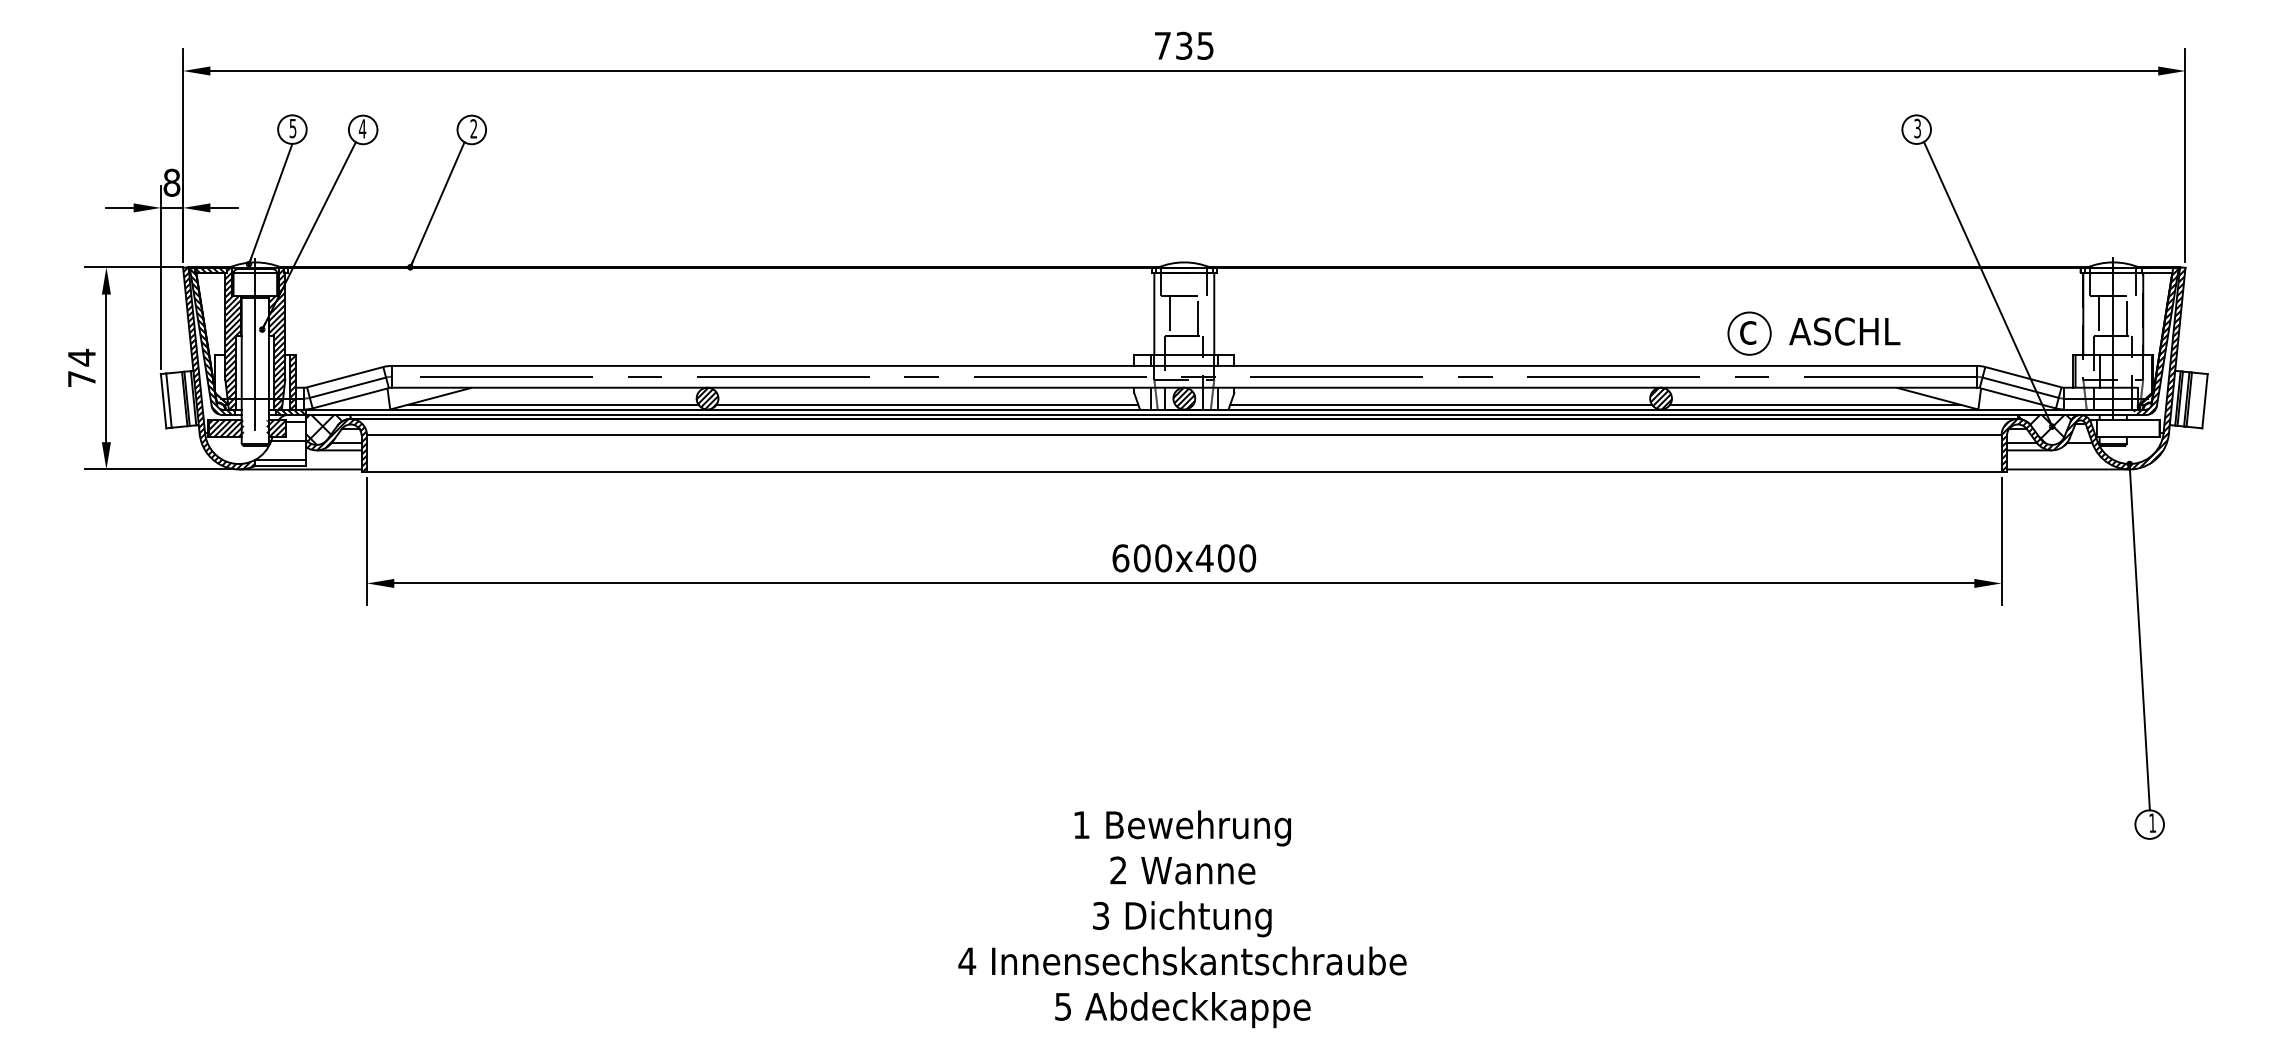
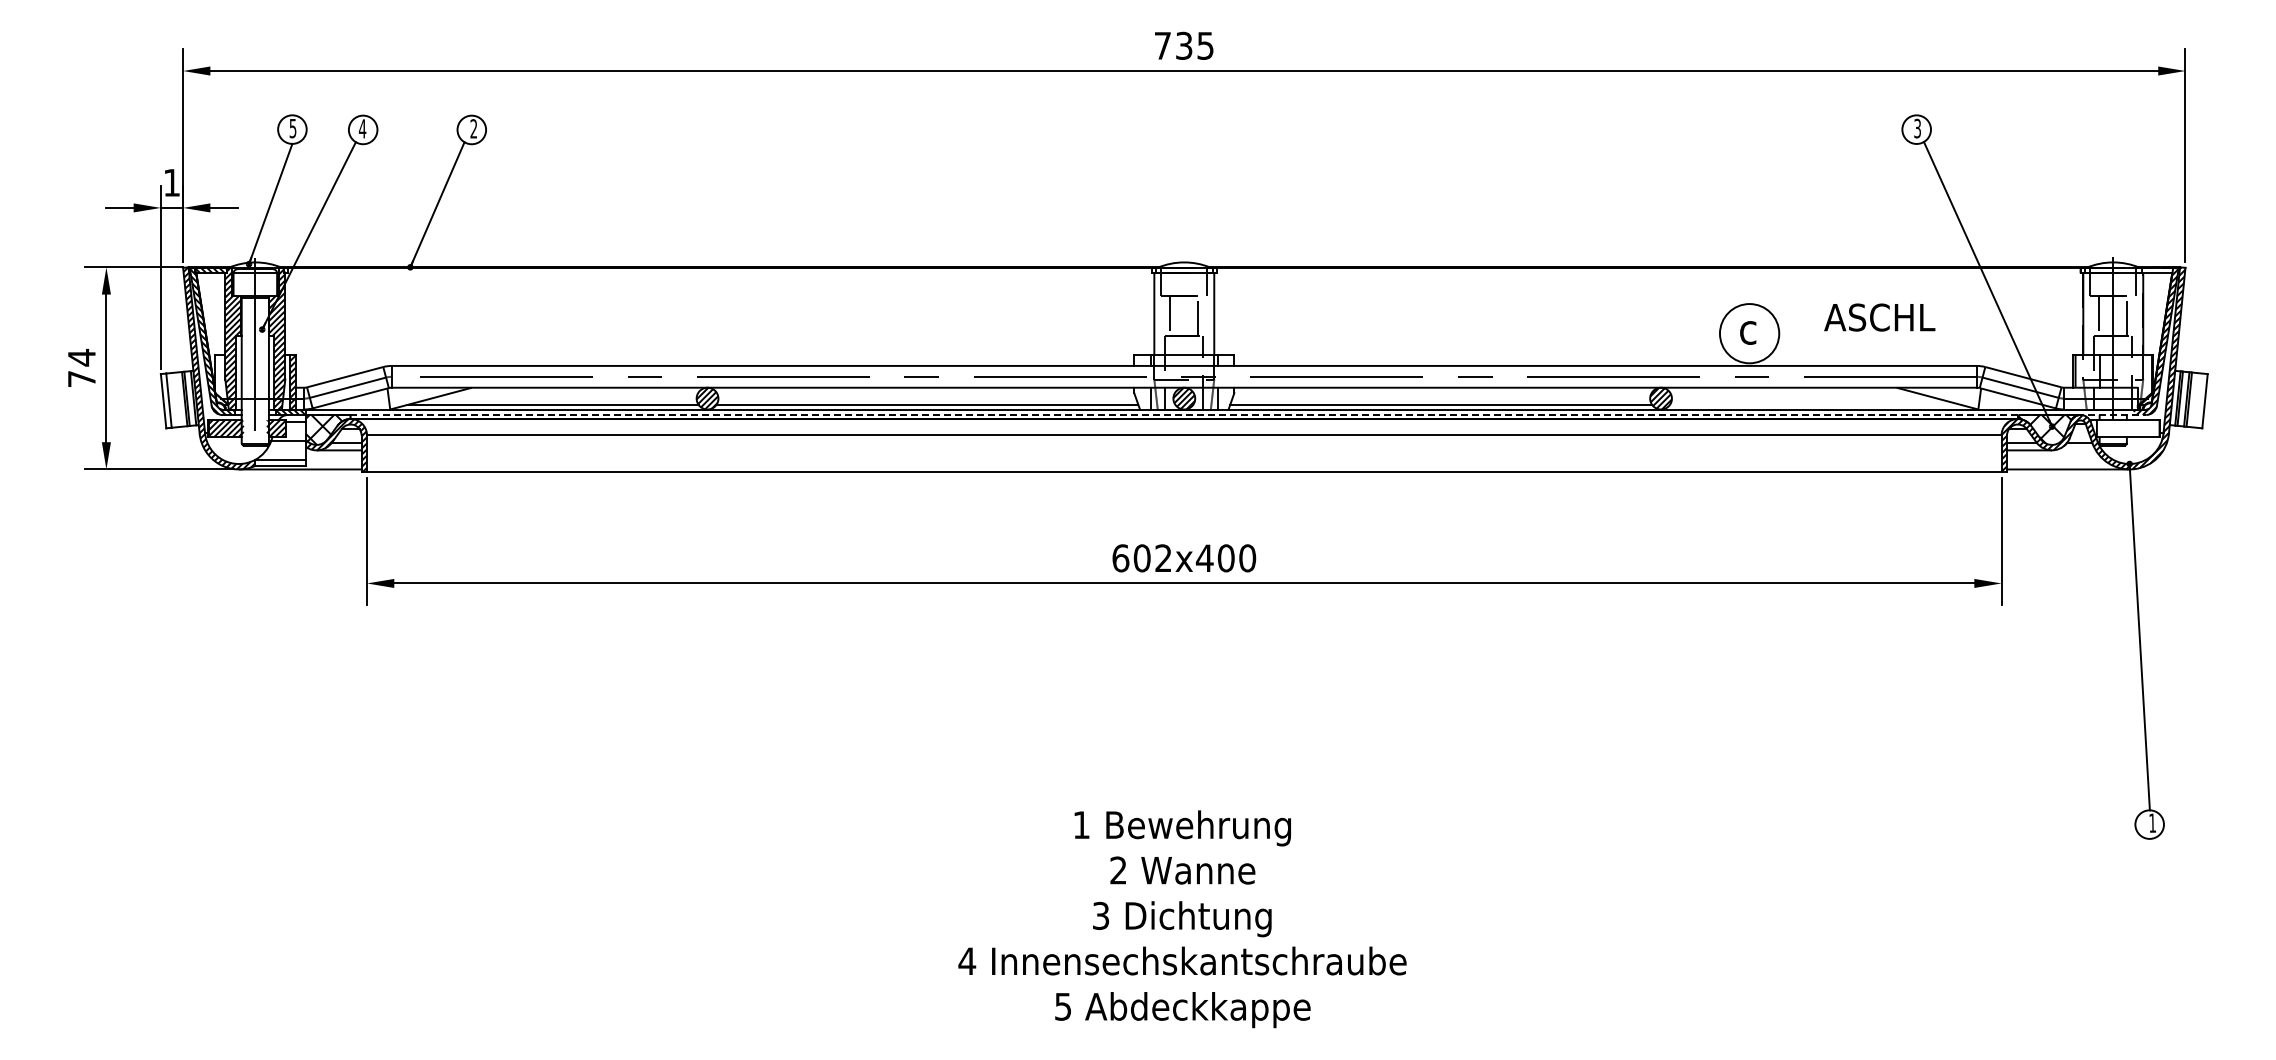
text at (171, 182): 8 -> 1
text at (1844, 331) position: (1844, 331) -> (1879, 317)
circle at (1749, 333) diameter: 42 px -> 59 px
line at (1815, 404): present -> none
line at (1226, 414): solid -> dashed
text at (1163, 558): 600x400 -> 602x400
